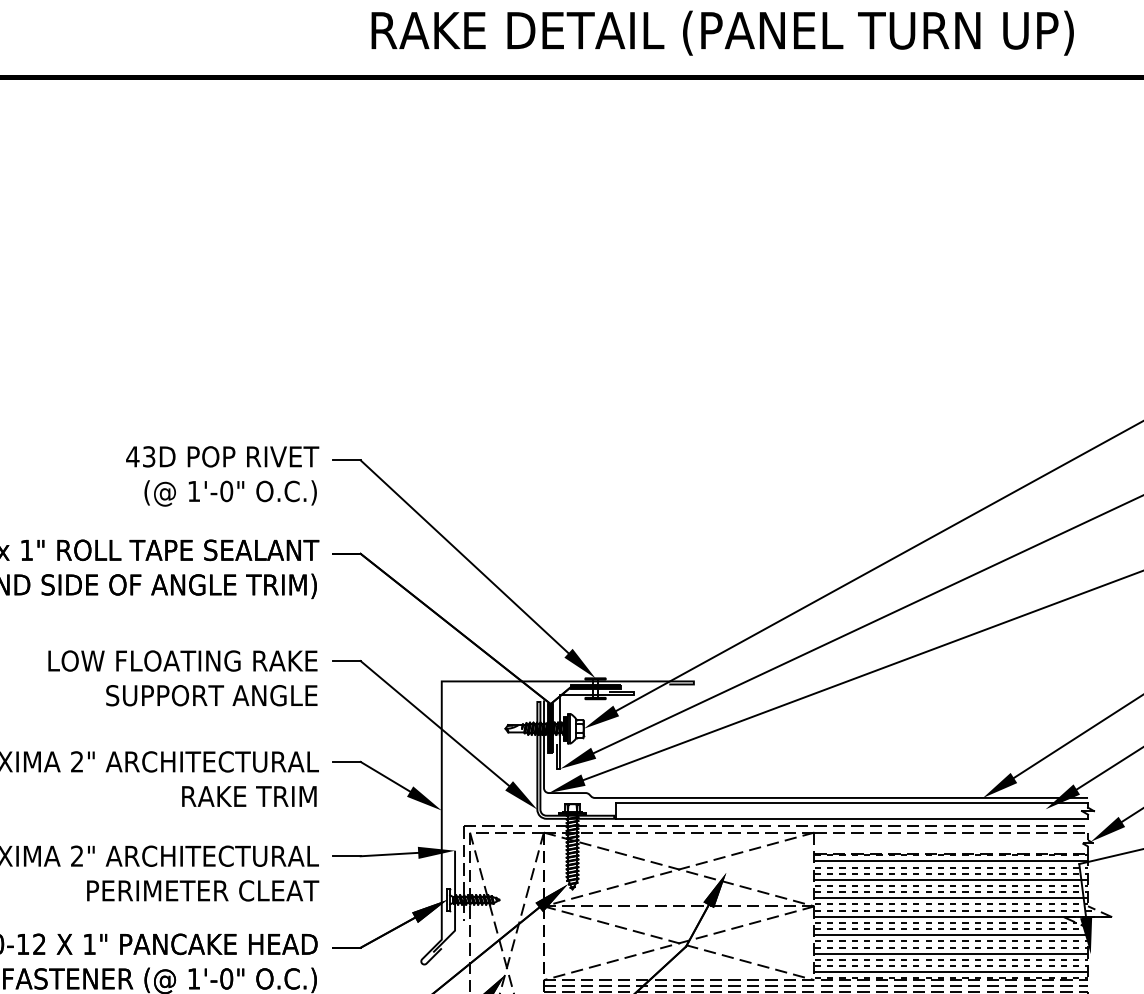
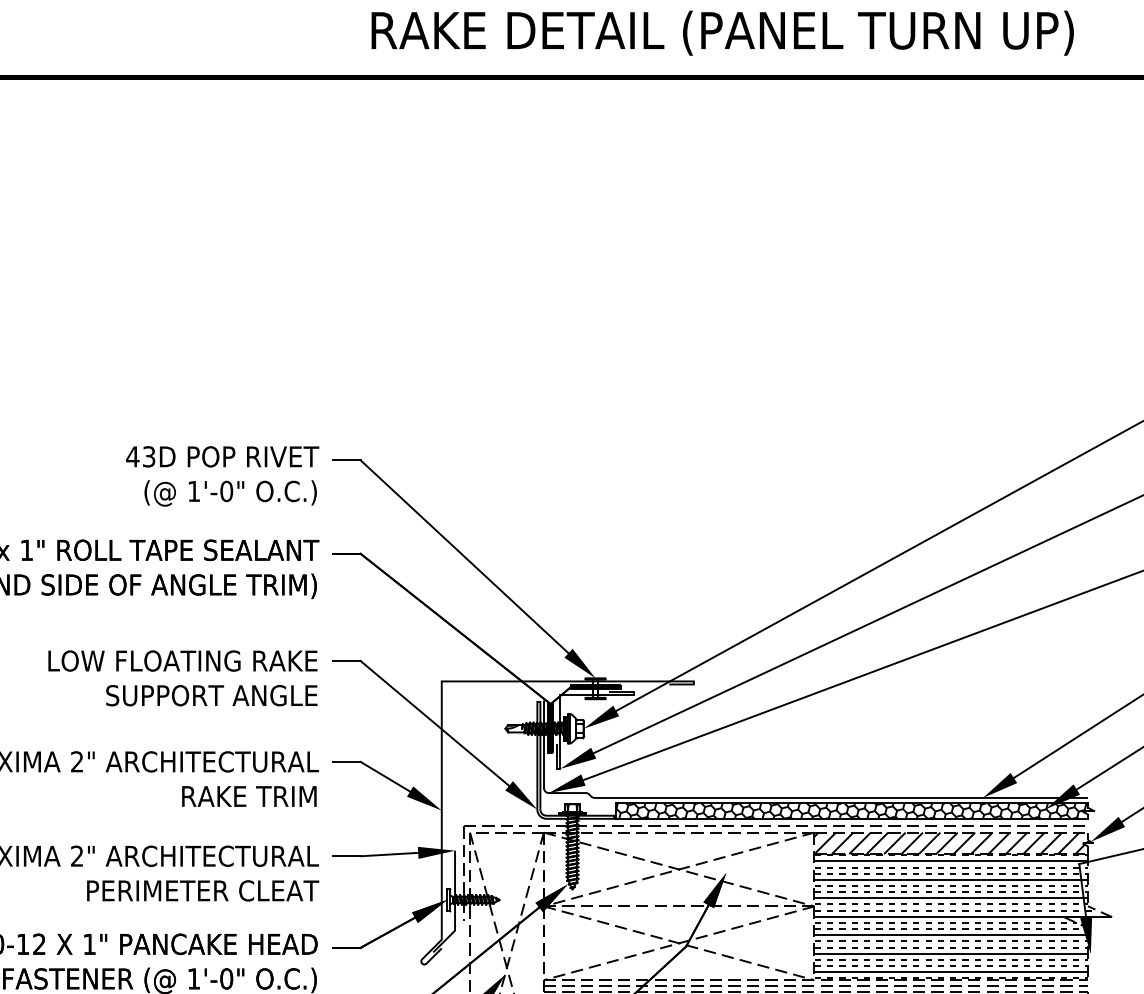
hatch at (852, 810): none -> present
hatch at (951, 843): none -> present
